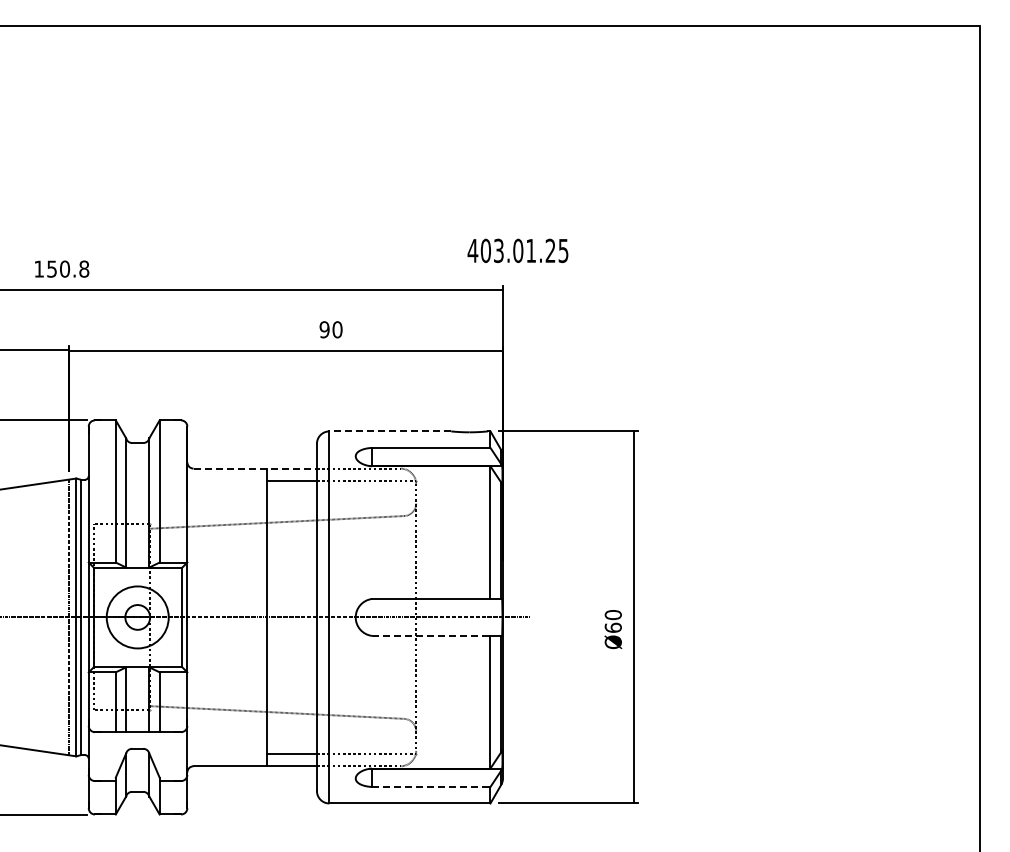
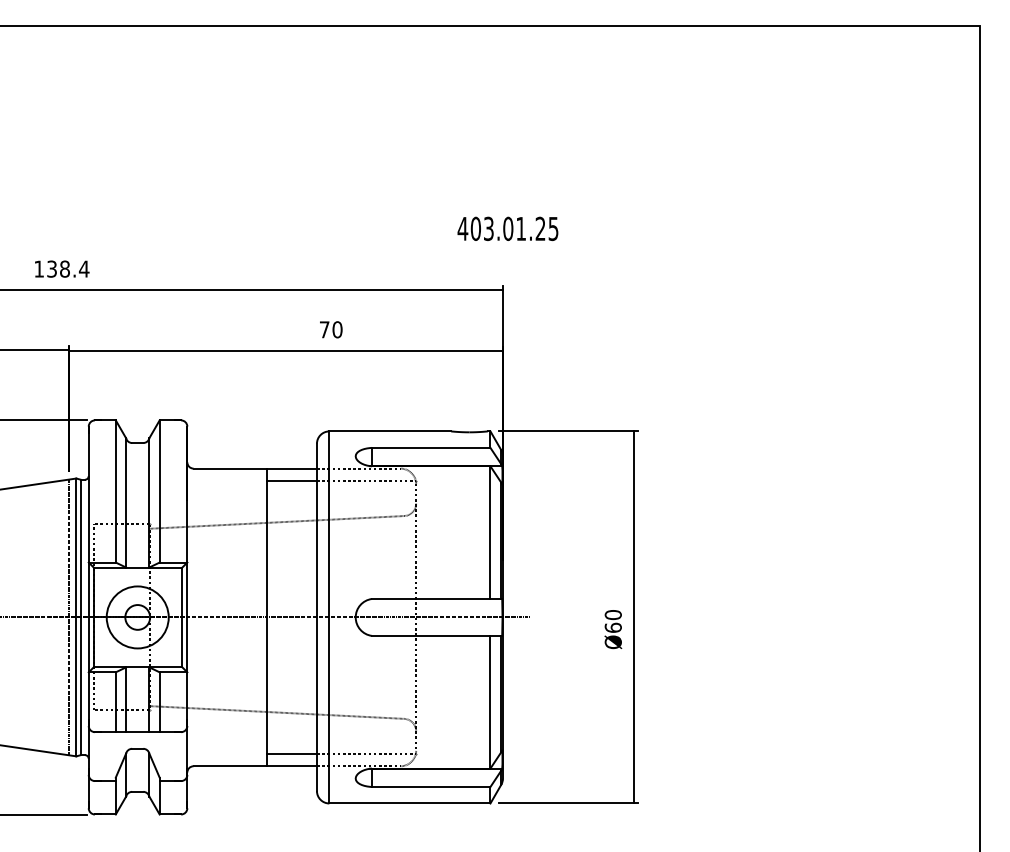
text at (517, 250) position: (517, 250) -> (507, 228)
text at (68, 268): 150.8 -> 138.4
text at (324, 329): 90 -> 70
line at (390, 431): dashed -> solid
line at (255, 468): dashed -> solid
line at (431, 635): dashed -> solid
line at (431, 786): dashed -> solid
